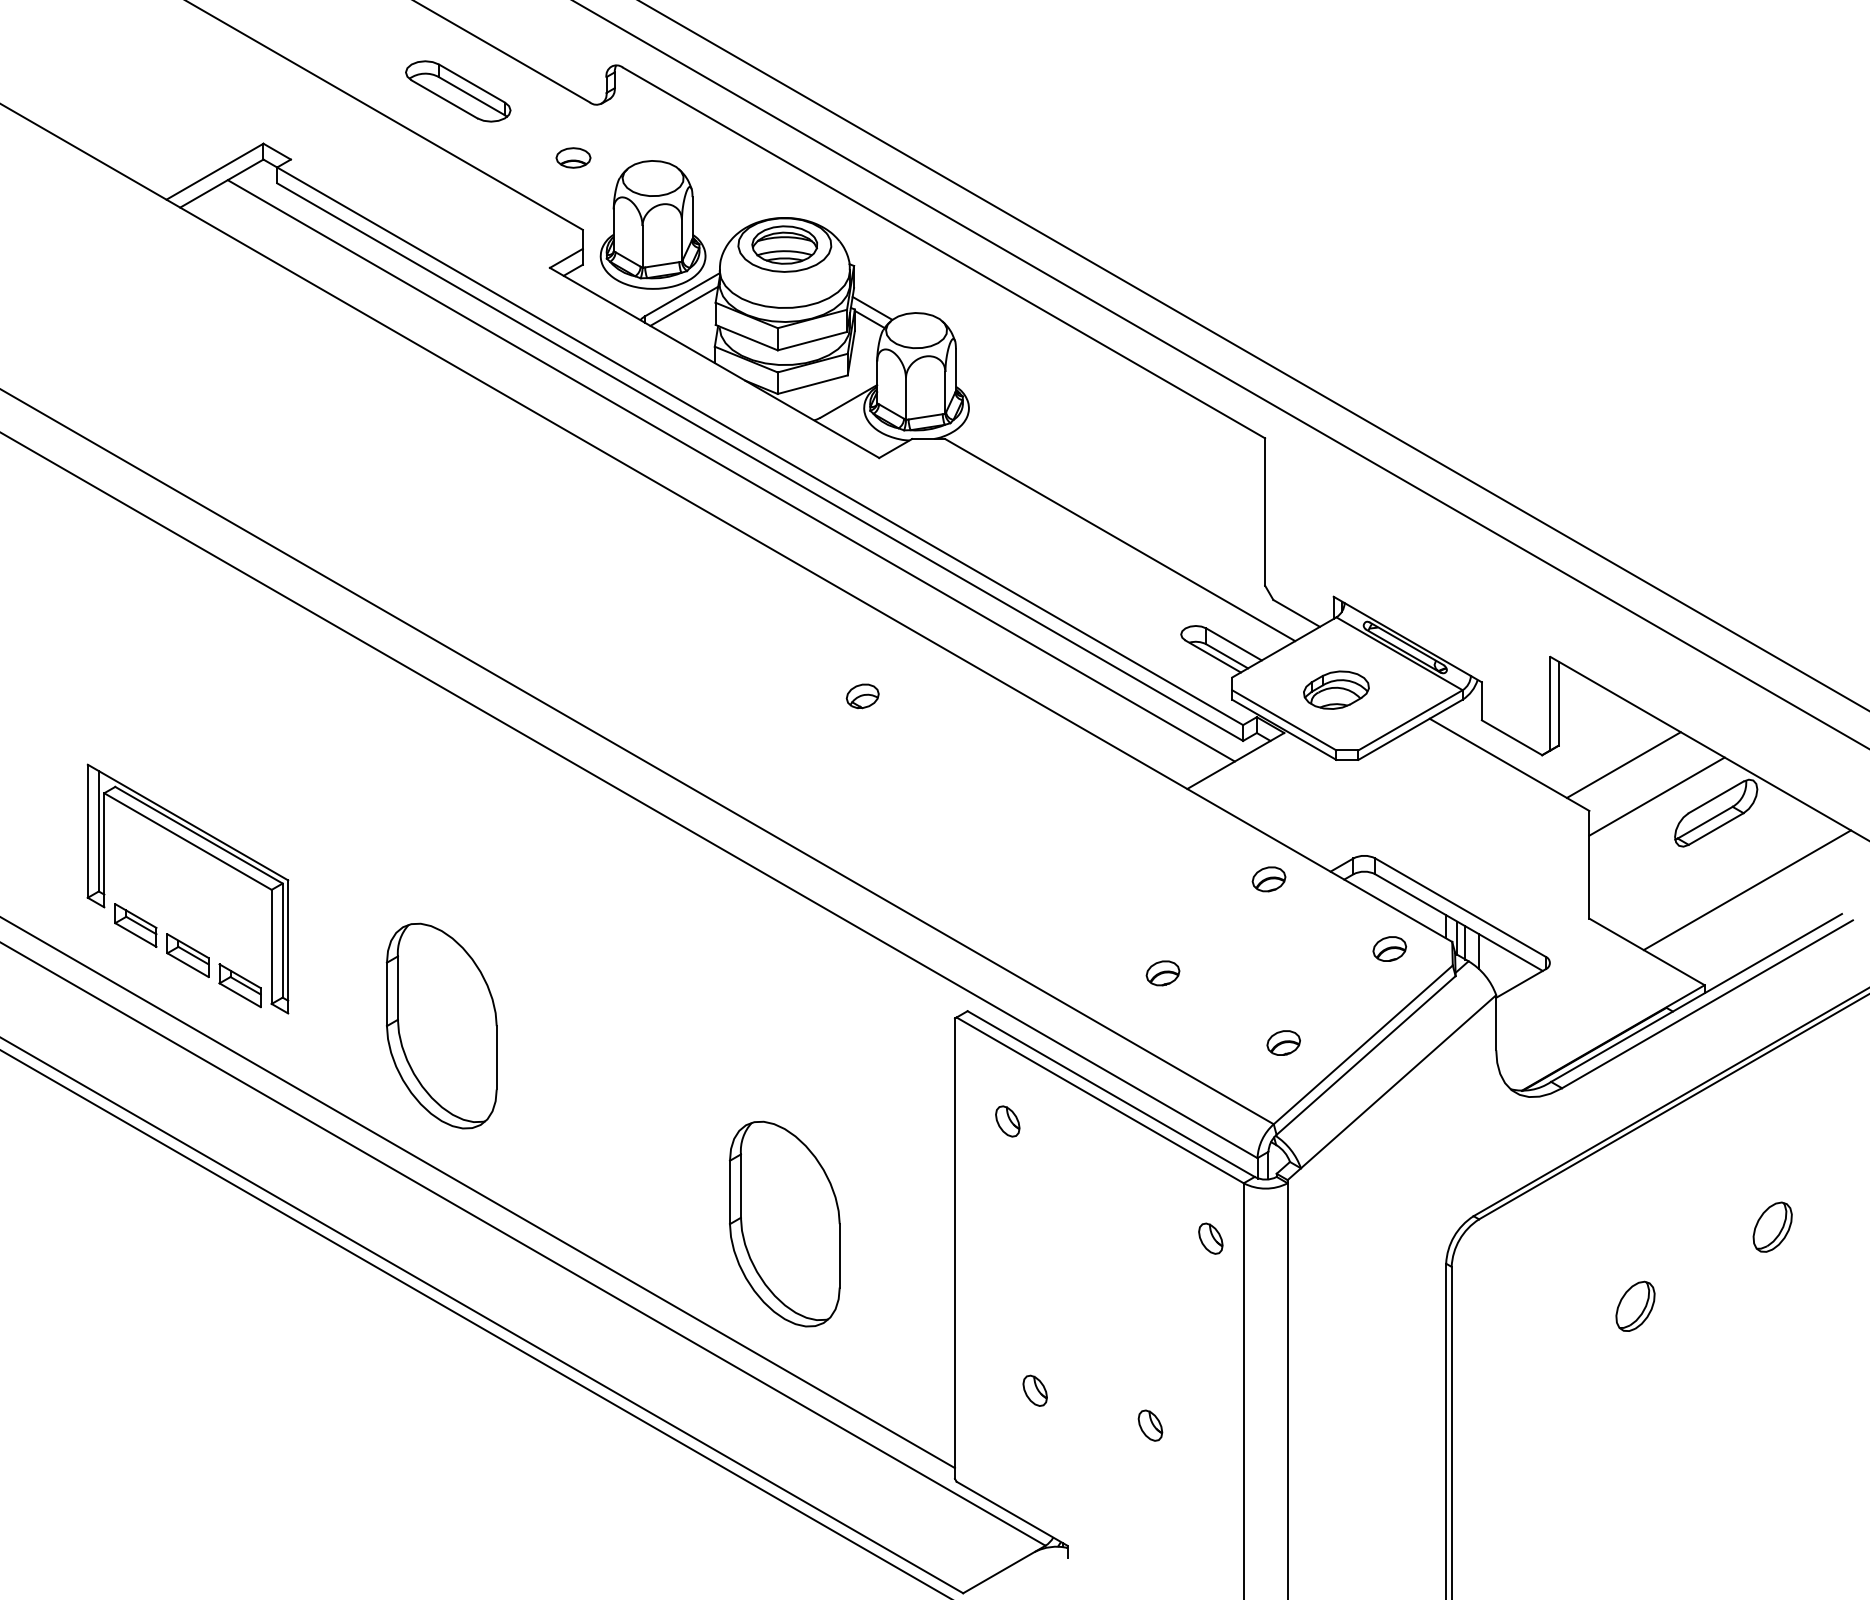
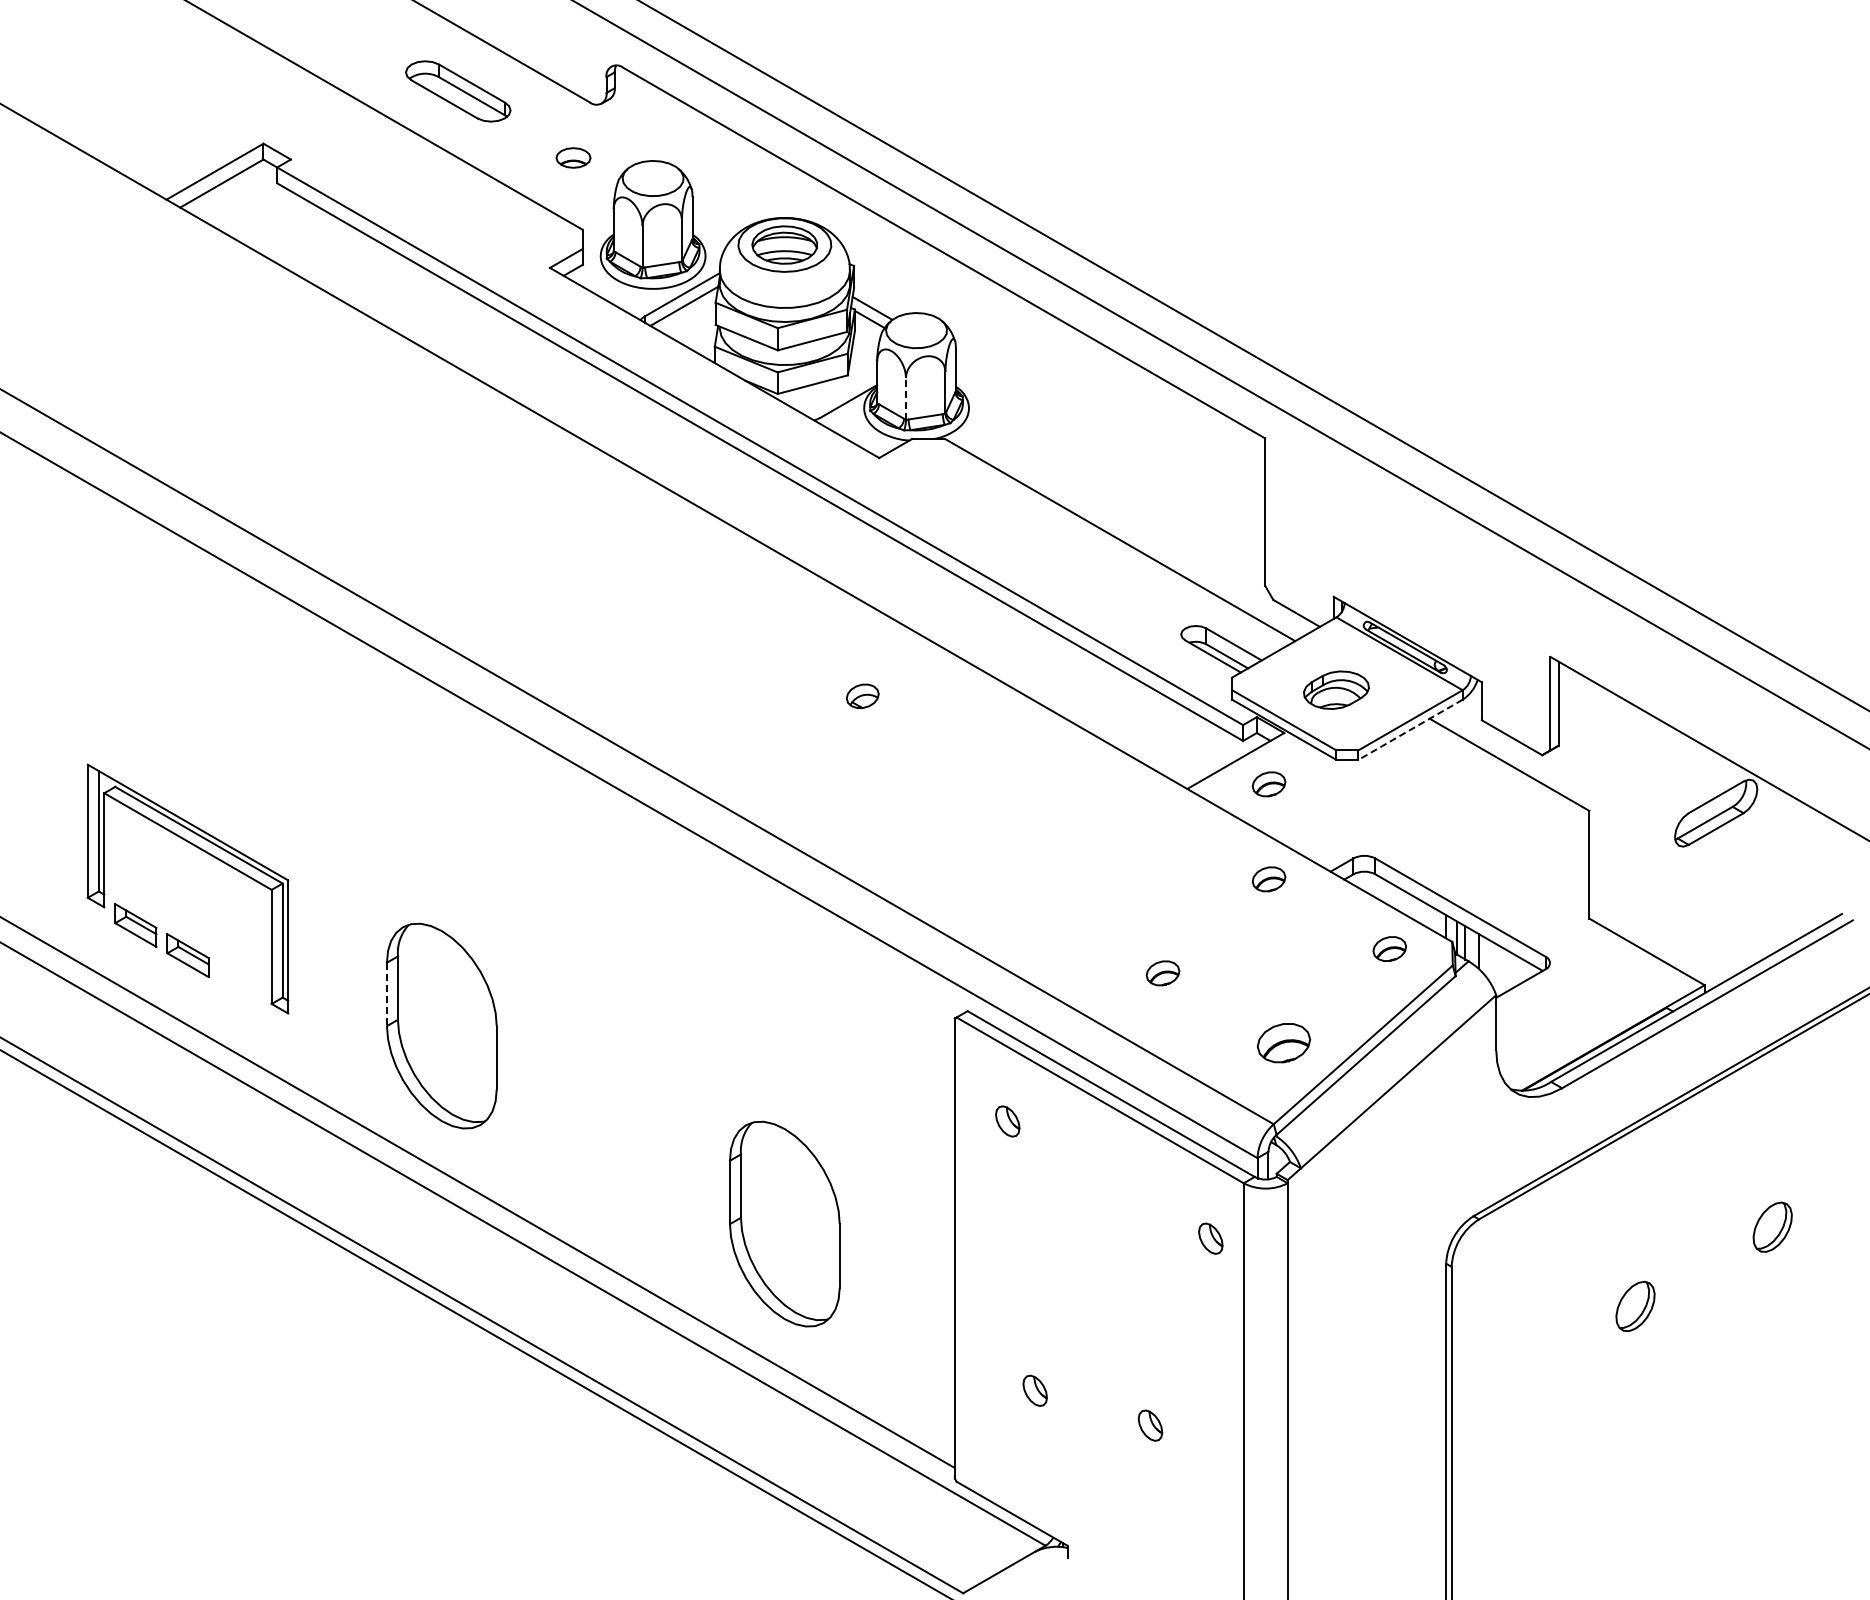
line at (906, 399): solid -> dashed
line at (730, 470): present -> none
line at (1410, 730): solid -> dashed
line at (1623, 764): present -> none
part at (1268, 784): none -> present
line at (1656, 796): present -> none
line at (1747, 890): present -> none
part at (239, 985): present -> none
line at (386, 994): solid -> dashed
part at (1283, 1042) size: 35x26 px -> 56x41 px
